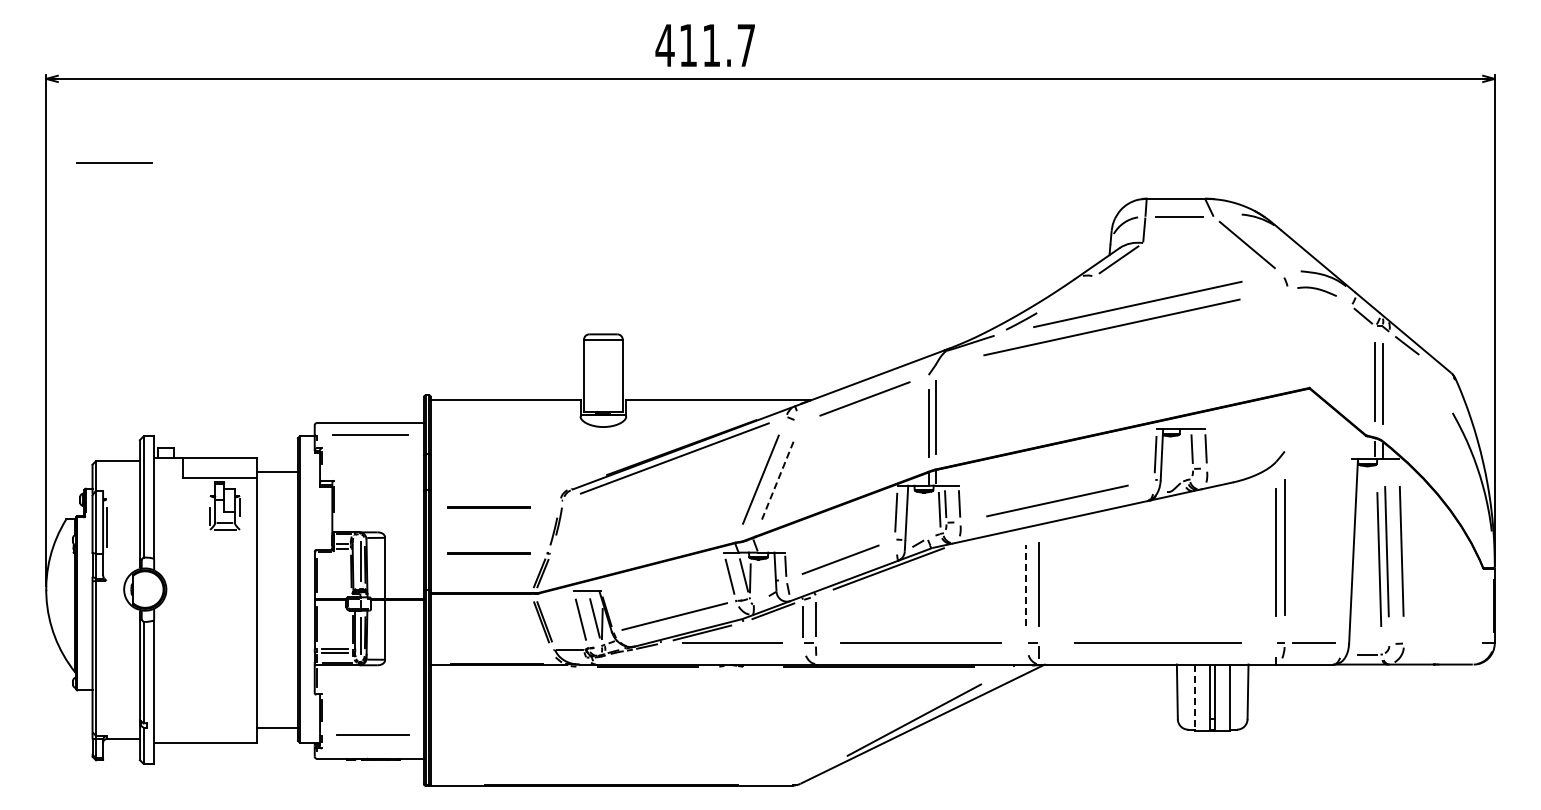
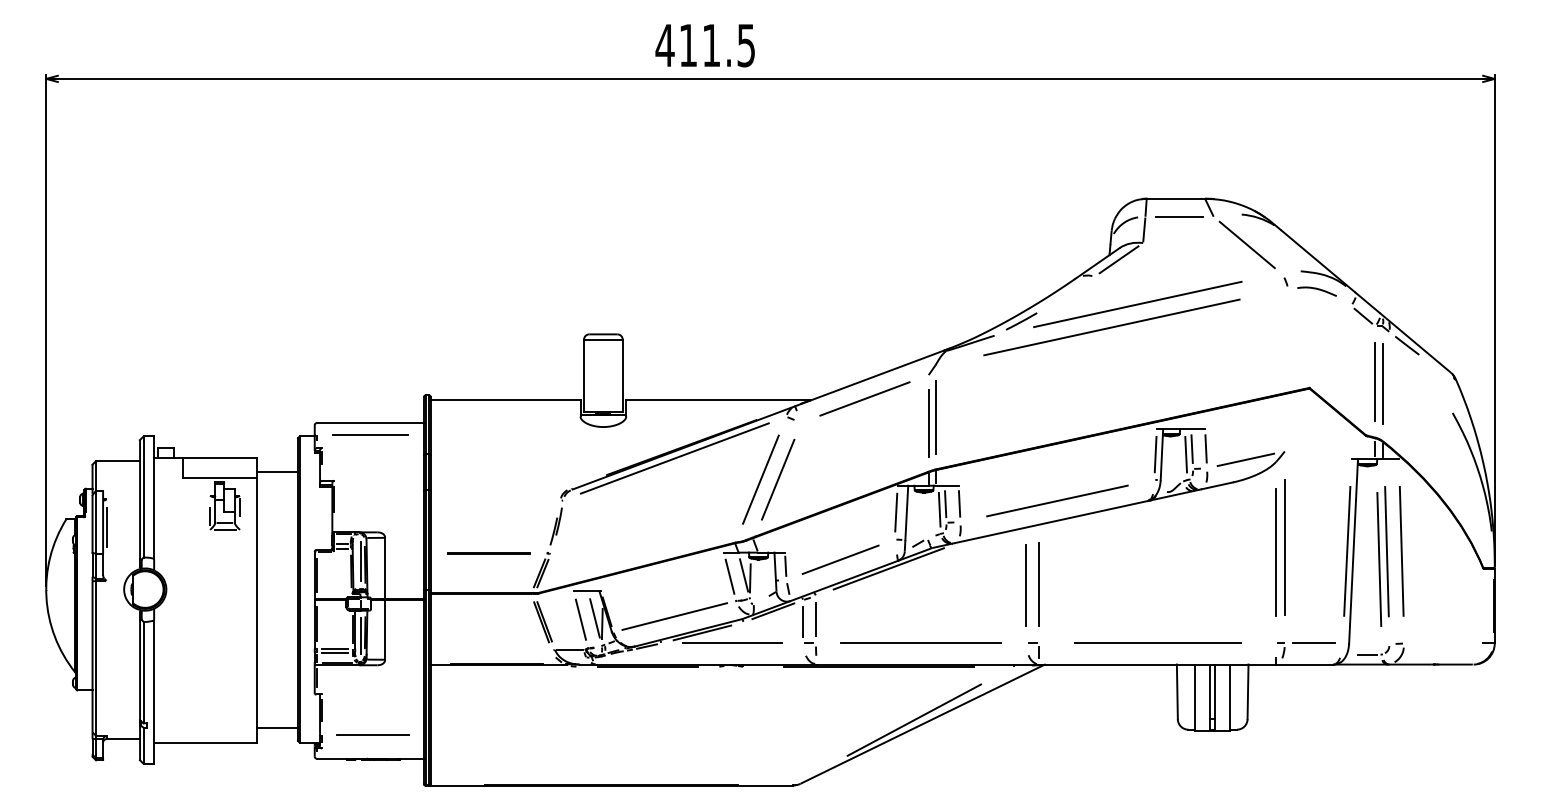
text at (745, 45): 411.7 -> 411.5
line at (114, 162): present -> none
line at (1186, 454): none -> present
line at (1245, 459): none -> present
line at (778, 479): dashed -> solid
line at (488, 507): present -> none
line at (1347, 550): none -> present
line at (1026, 585): dashed -> solid
line at (1195, 697): dashed -> solid
